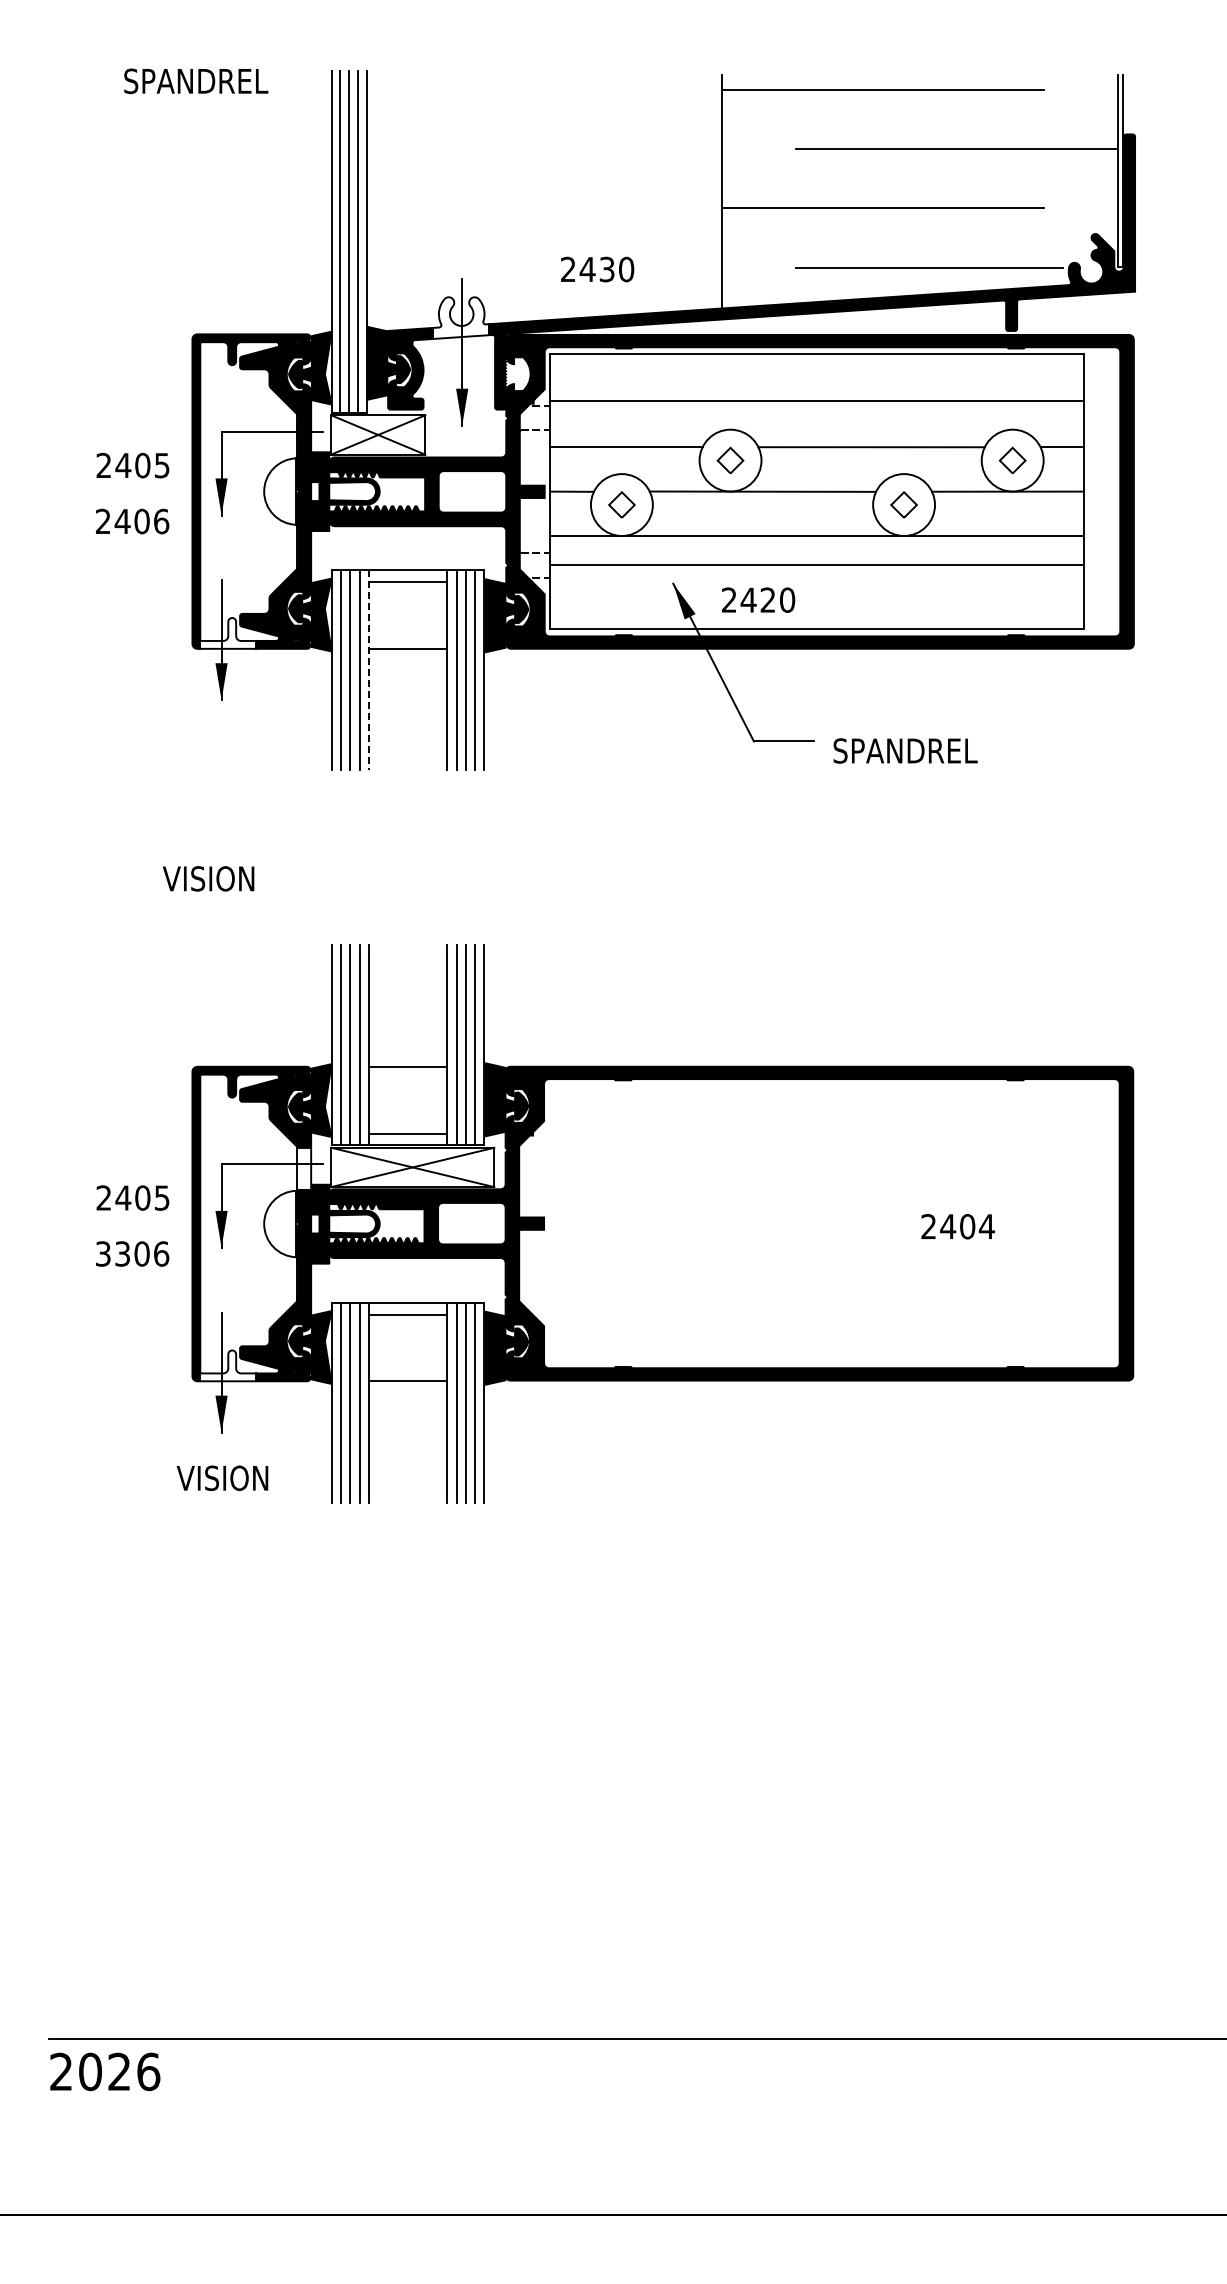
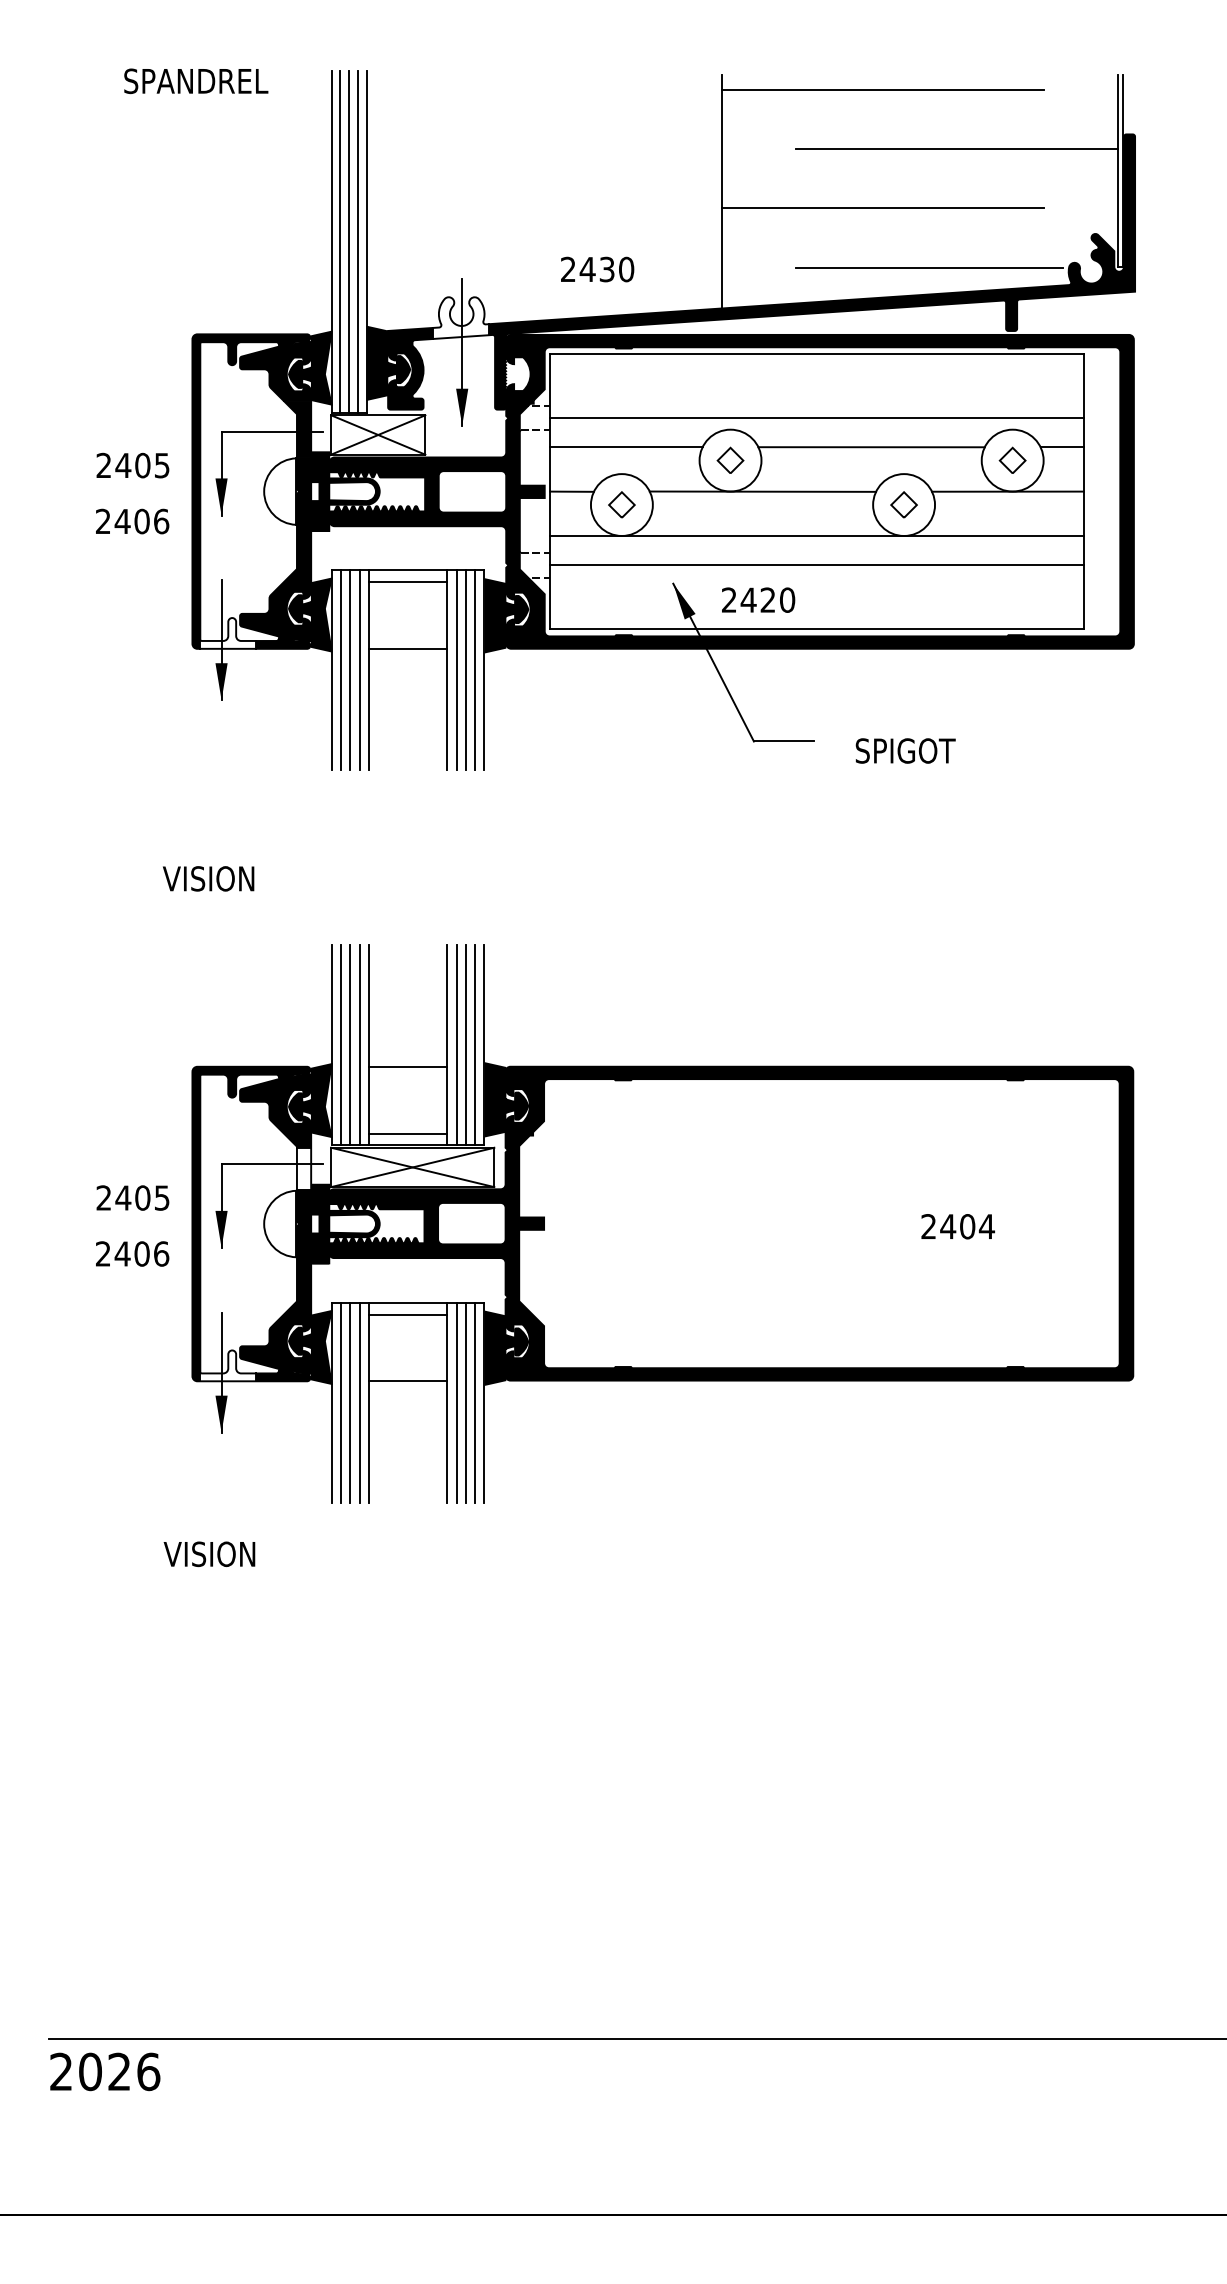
line at (816, 400) position: (816, 400) -> (816, 417)
line at (369, 670): dashed -> solid
text at (905, 750): SPANDREL -> SPIGOT
text at (113, 1253): 3306 -> 2406
text at (222, 1478) position: (222, 1478) -> (209, 1554)
